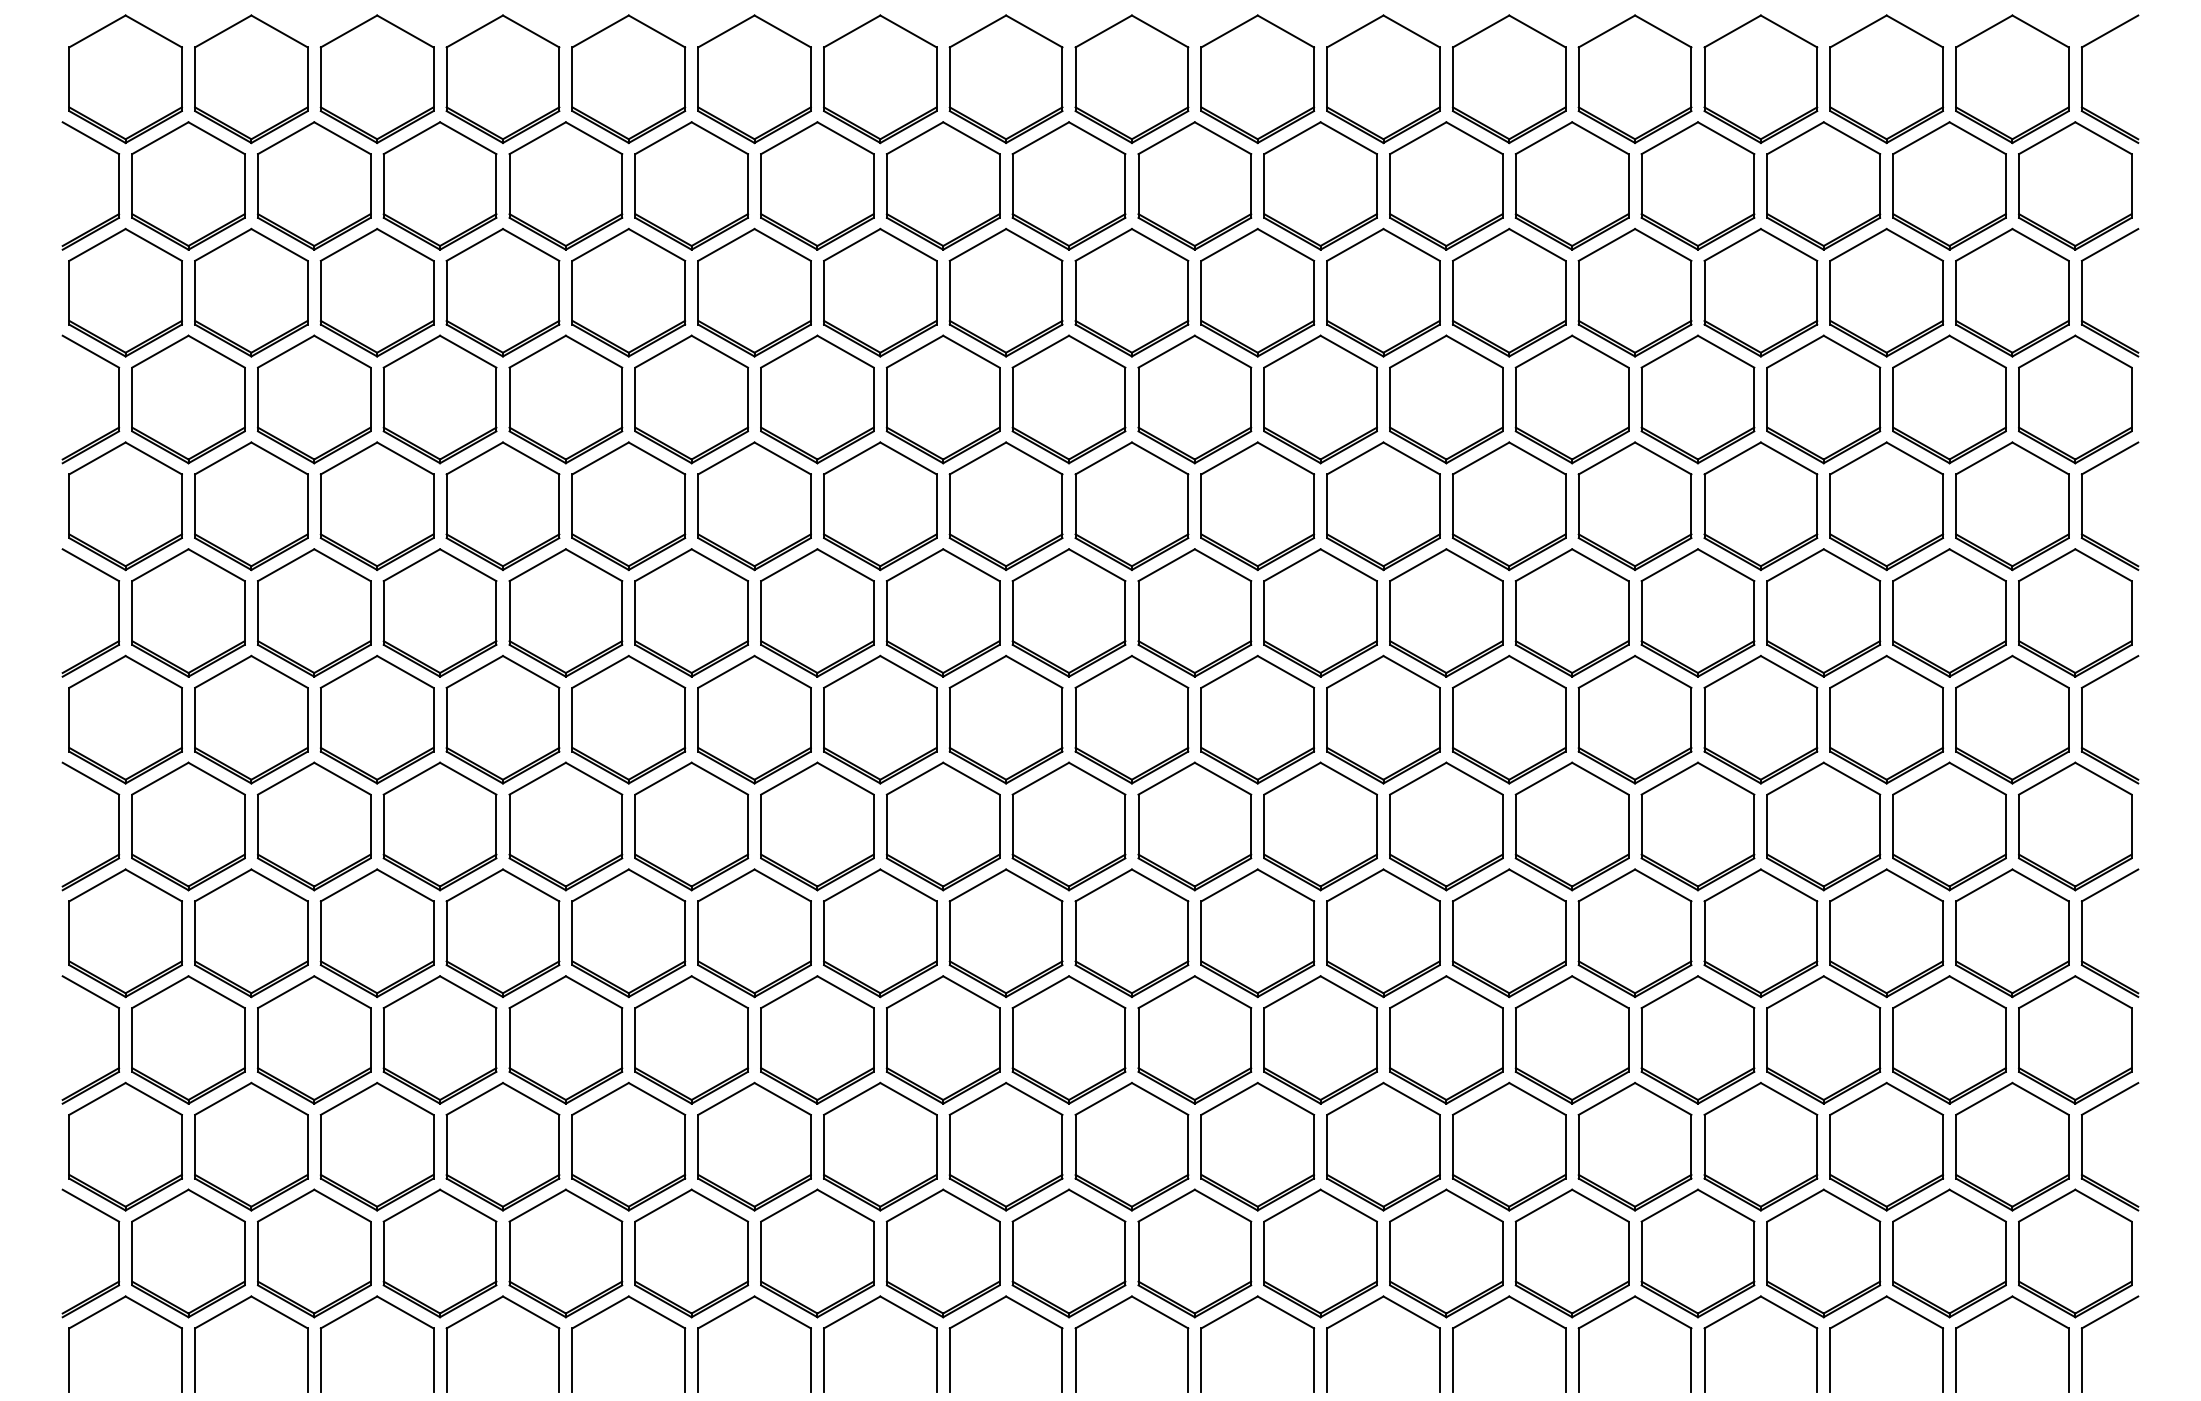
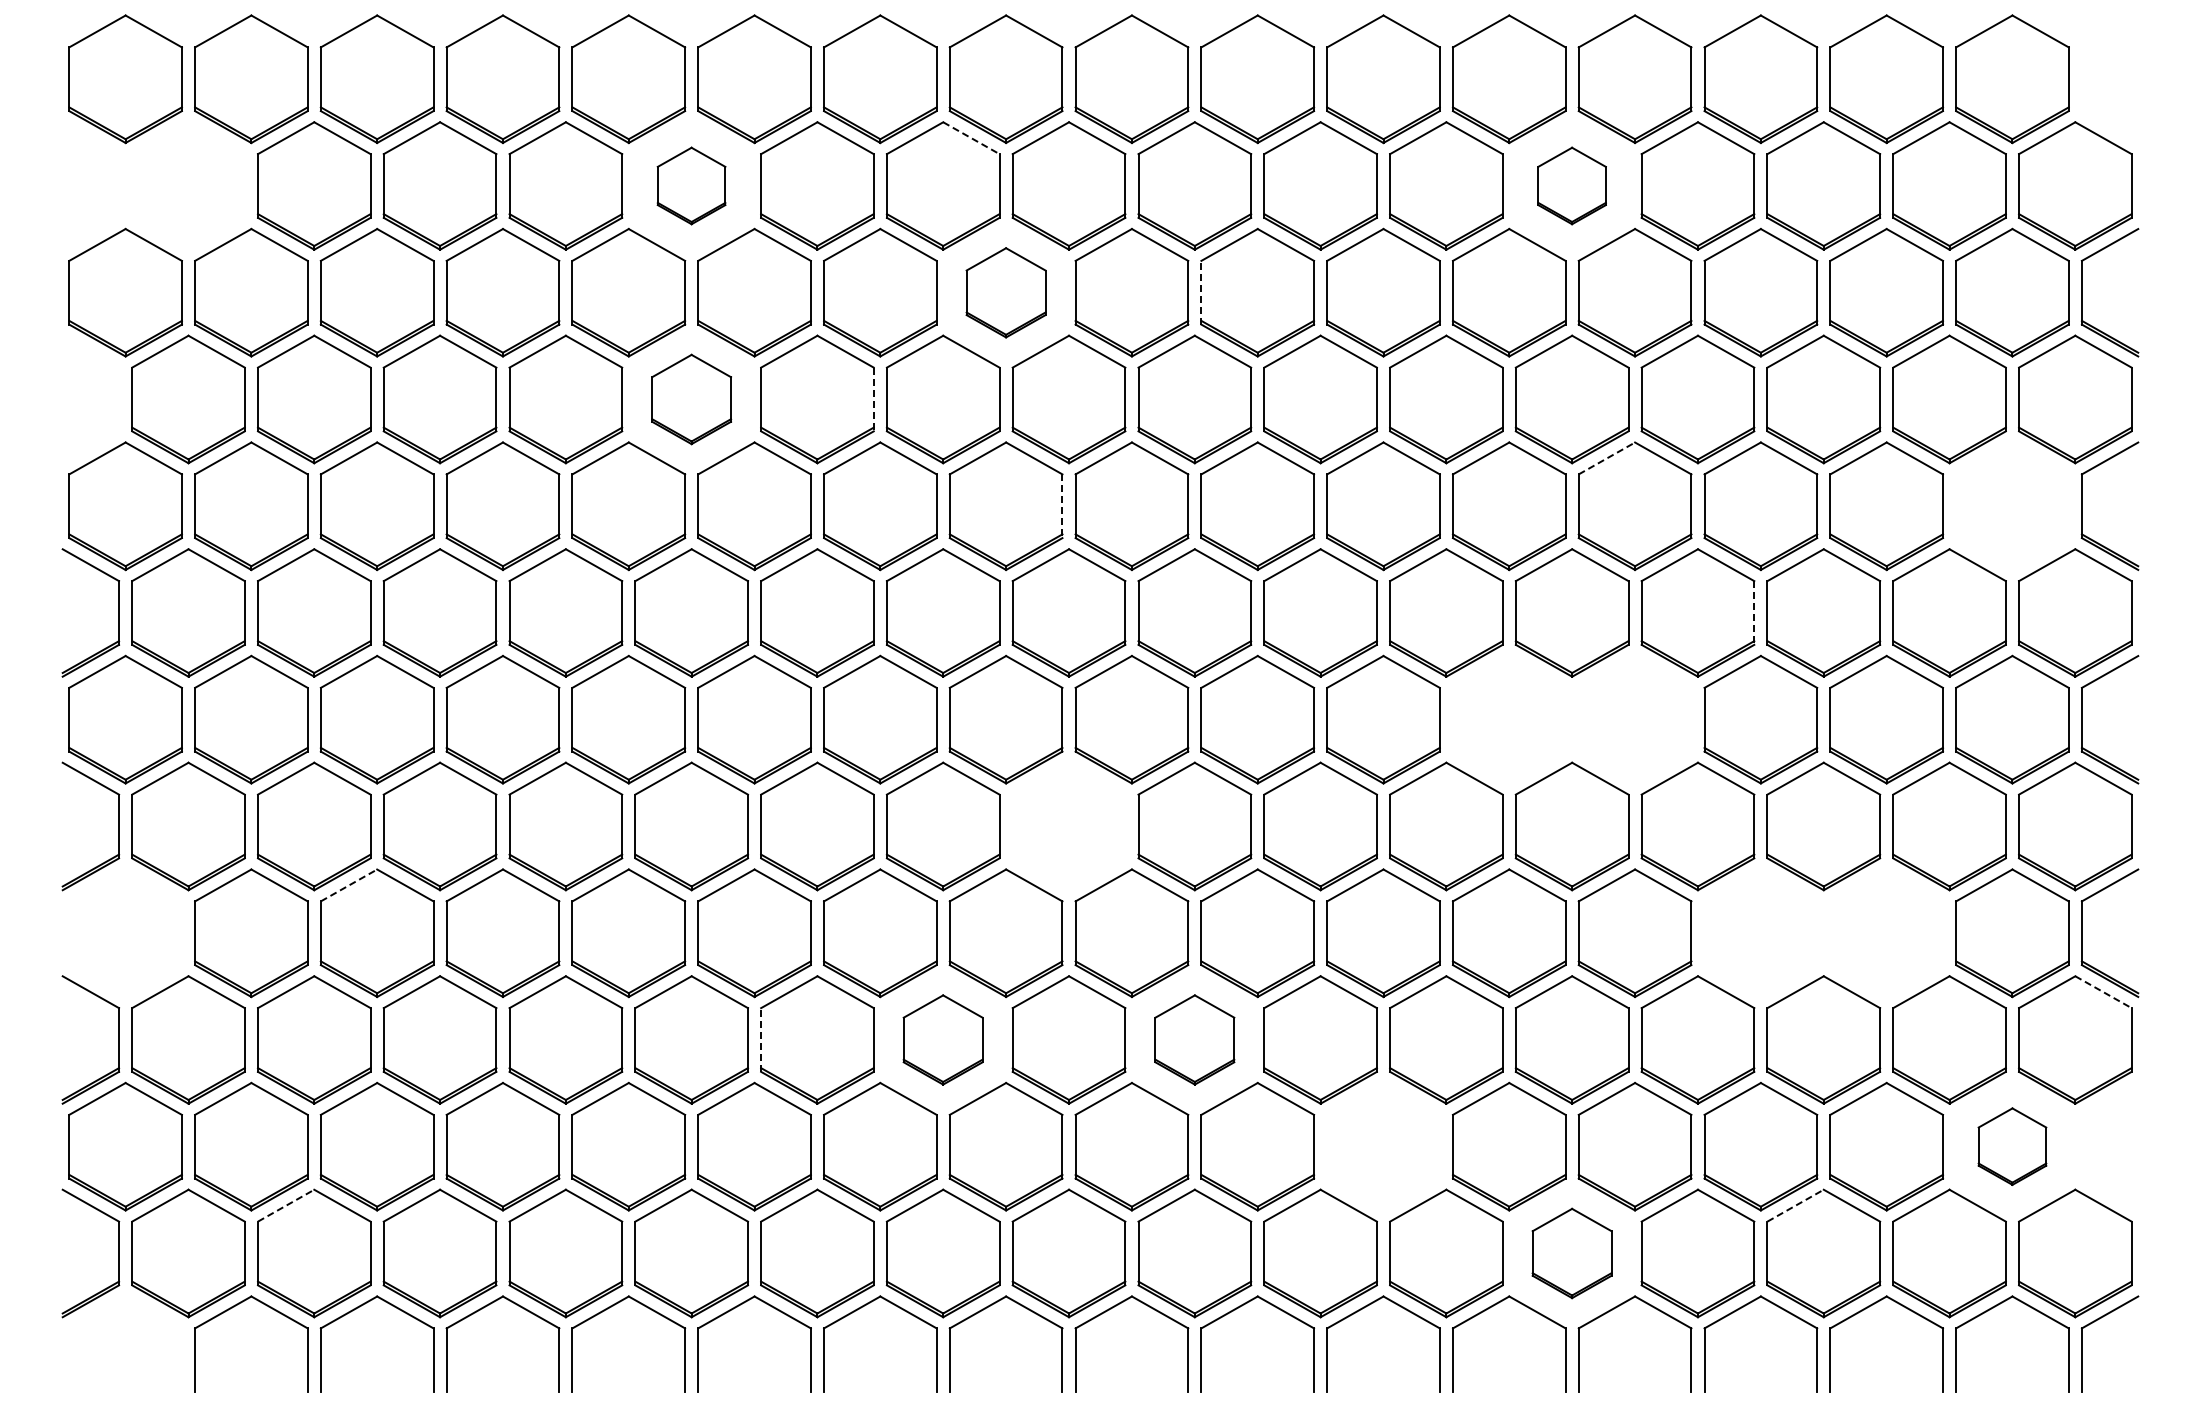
part at (2082, 78): present -> none
line at (971, 138): solid -> dashed
part at (118, 185): present -> none
part at (188, 185): present -> none
part at (691, 185) size: 115x130 px -> 71x80 px
part at (1571, 185) size: 116x130 px -> 70x80 px
part at (1005, 292) size: 116x130 px -> 82x92 px
line at (1201, 292): solid -> dashed
part at (118, 399): present -> none
part at (691, 399) size: 115x131 px -> 82x93 px
line at (873, 399): solid -> dashed
line at (1607, 458): solid -> dashed
line at (1062, 506): solid -> dashed
part at (2012, 506): present -> none
line at (1754, 613): solid -> dashed
part at (1509, 719): present -> none
part at (1634, 719): present -> none
part at (1068, 826): present -> none
line at (349, 885): solid -> dashed
part at (1760, 932): present -> none
part at (125, 933): present -> none
part at (1886, 933): present -> none
line at (2103, 992): solid -> dashed
part at (942, 1039) size: 116x130 px -> 82x92 px
part at (1194, 1039) size: 116x130 px -> 82x92 px
line at (761, 1040): solid -> dashed
part at (1383, 1146): present -> none
part at (2012, 1146) size: 115x131 px -> 71x79 px
part at (2082, 1146): present -> none
line at (286, 1205): solid -> dashed
line at (1796, 1205): solid -> dashed
part at (1571, 1253) size: 116x131 px -> 82x93 px
part at (103, 1310): present -> none
